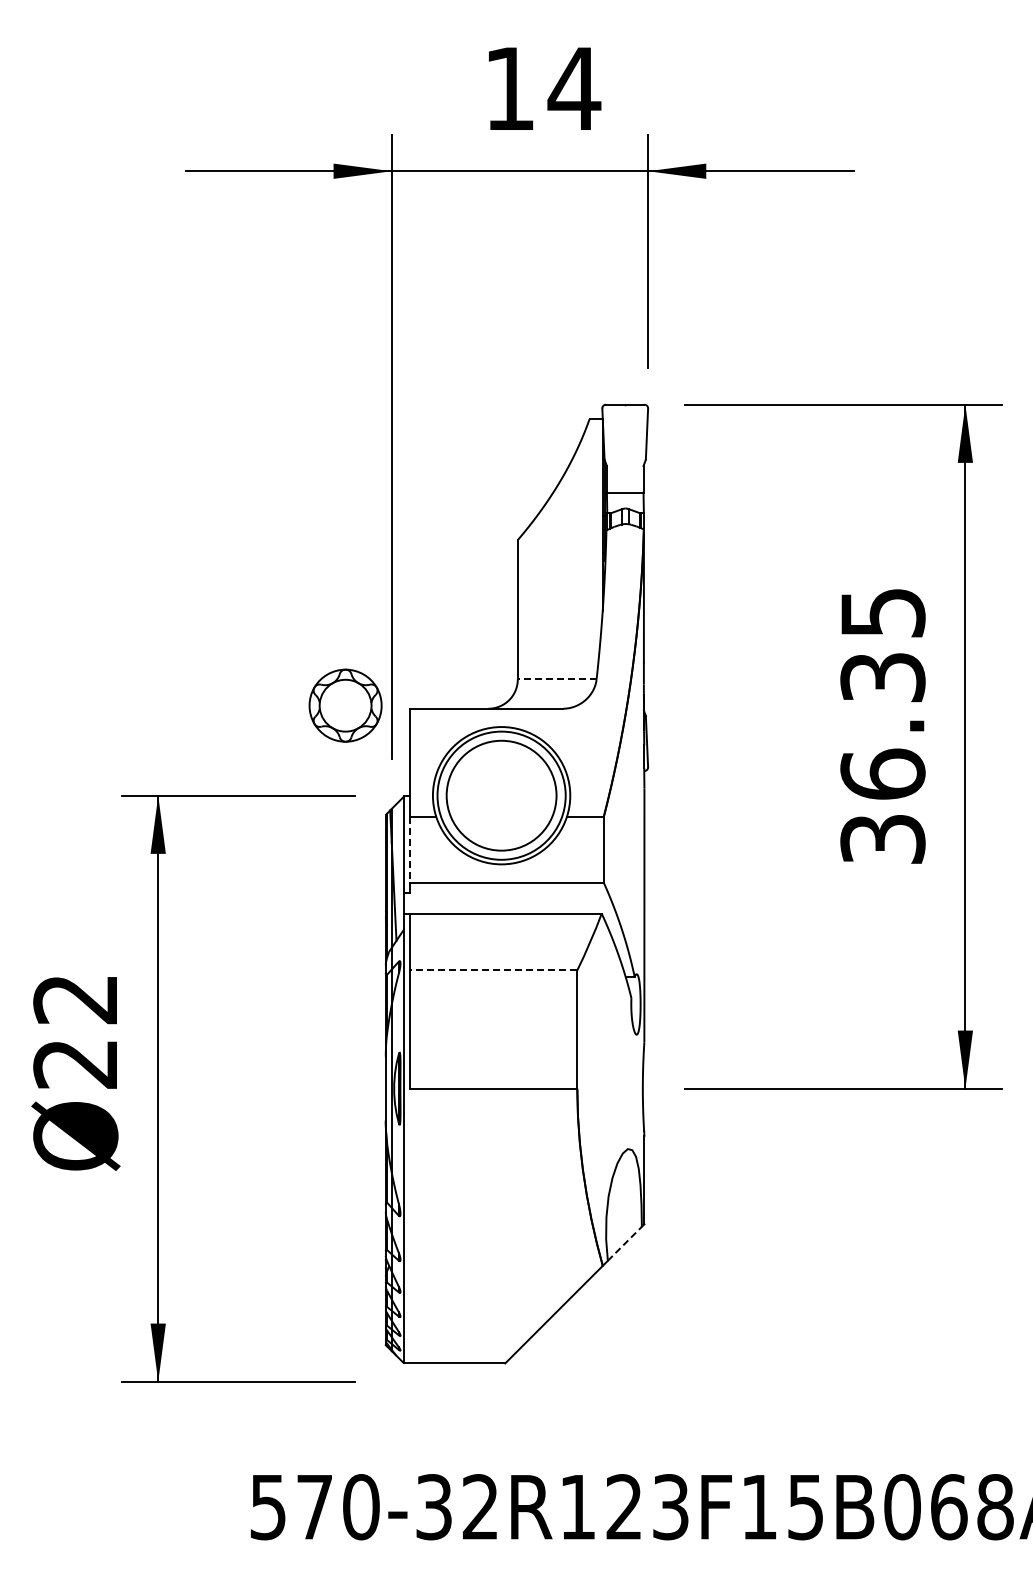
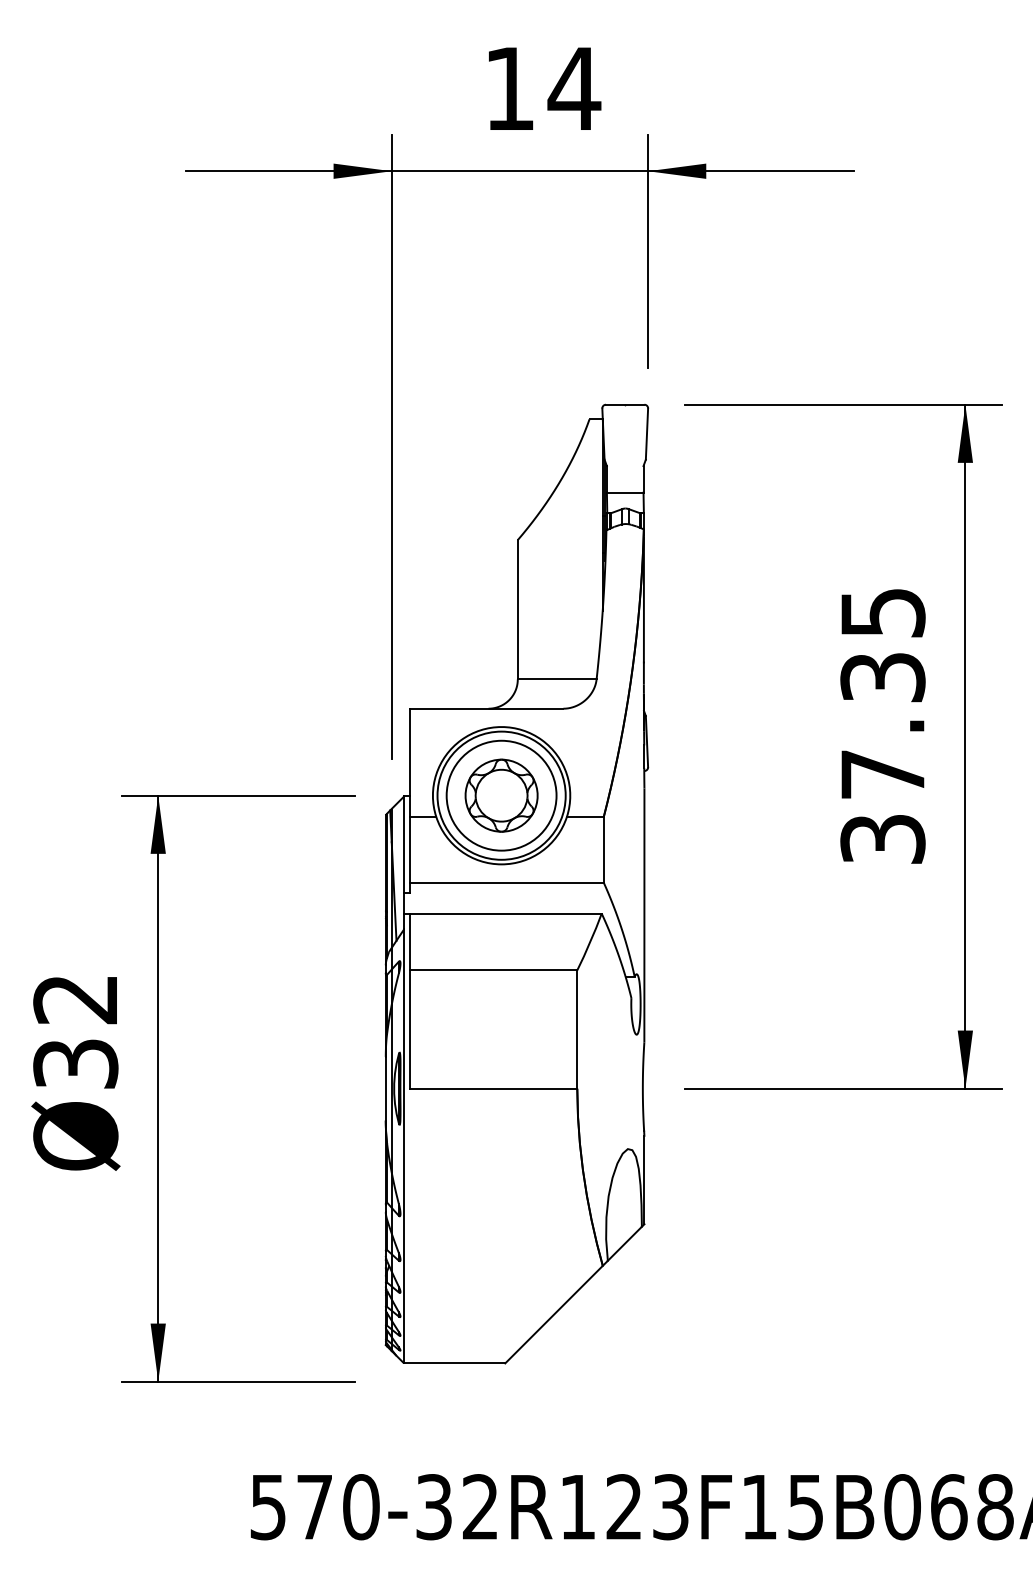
line at (556, 679): dashed -> solid
part at (345, 705) position: (345, 705) -> (501, 795)
text at (882, 773): 36.35 -> 37.35
line at (409, 849): dashed -> solid
line at (493, 970): dashed -> solid
text at (75, 1063): Ø22 -> Ø32
line at (625, 1243): dashed -> solid
